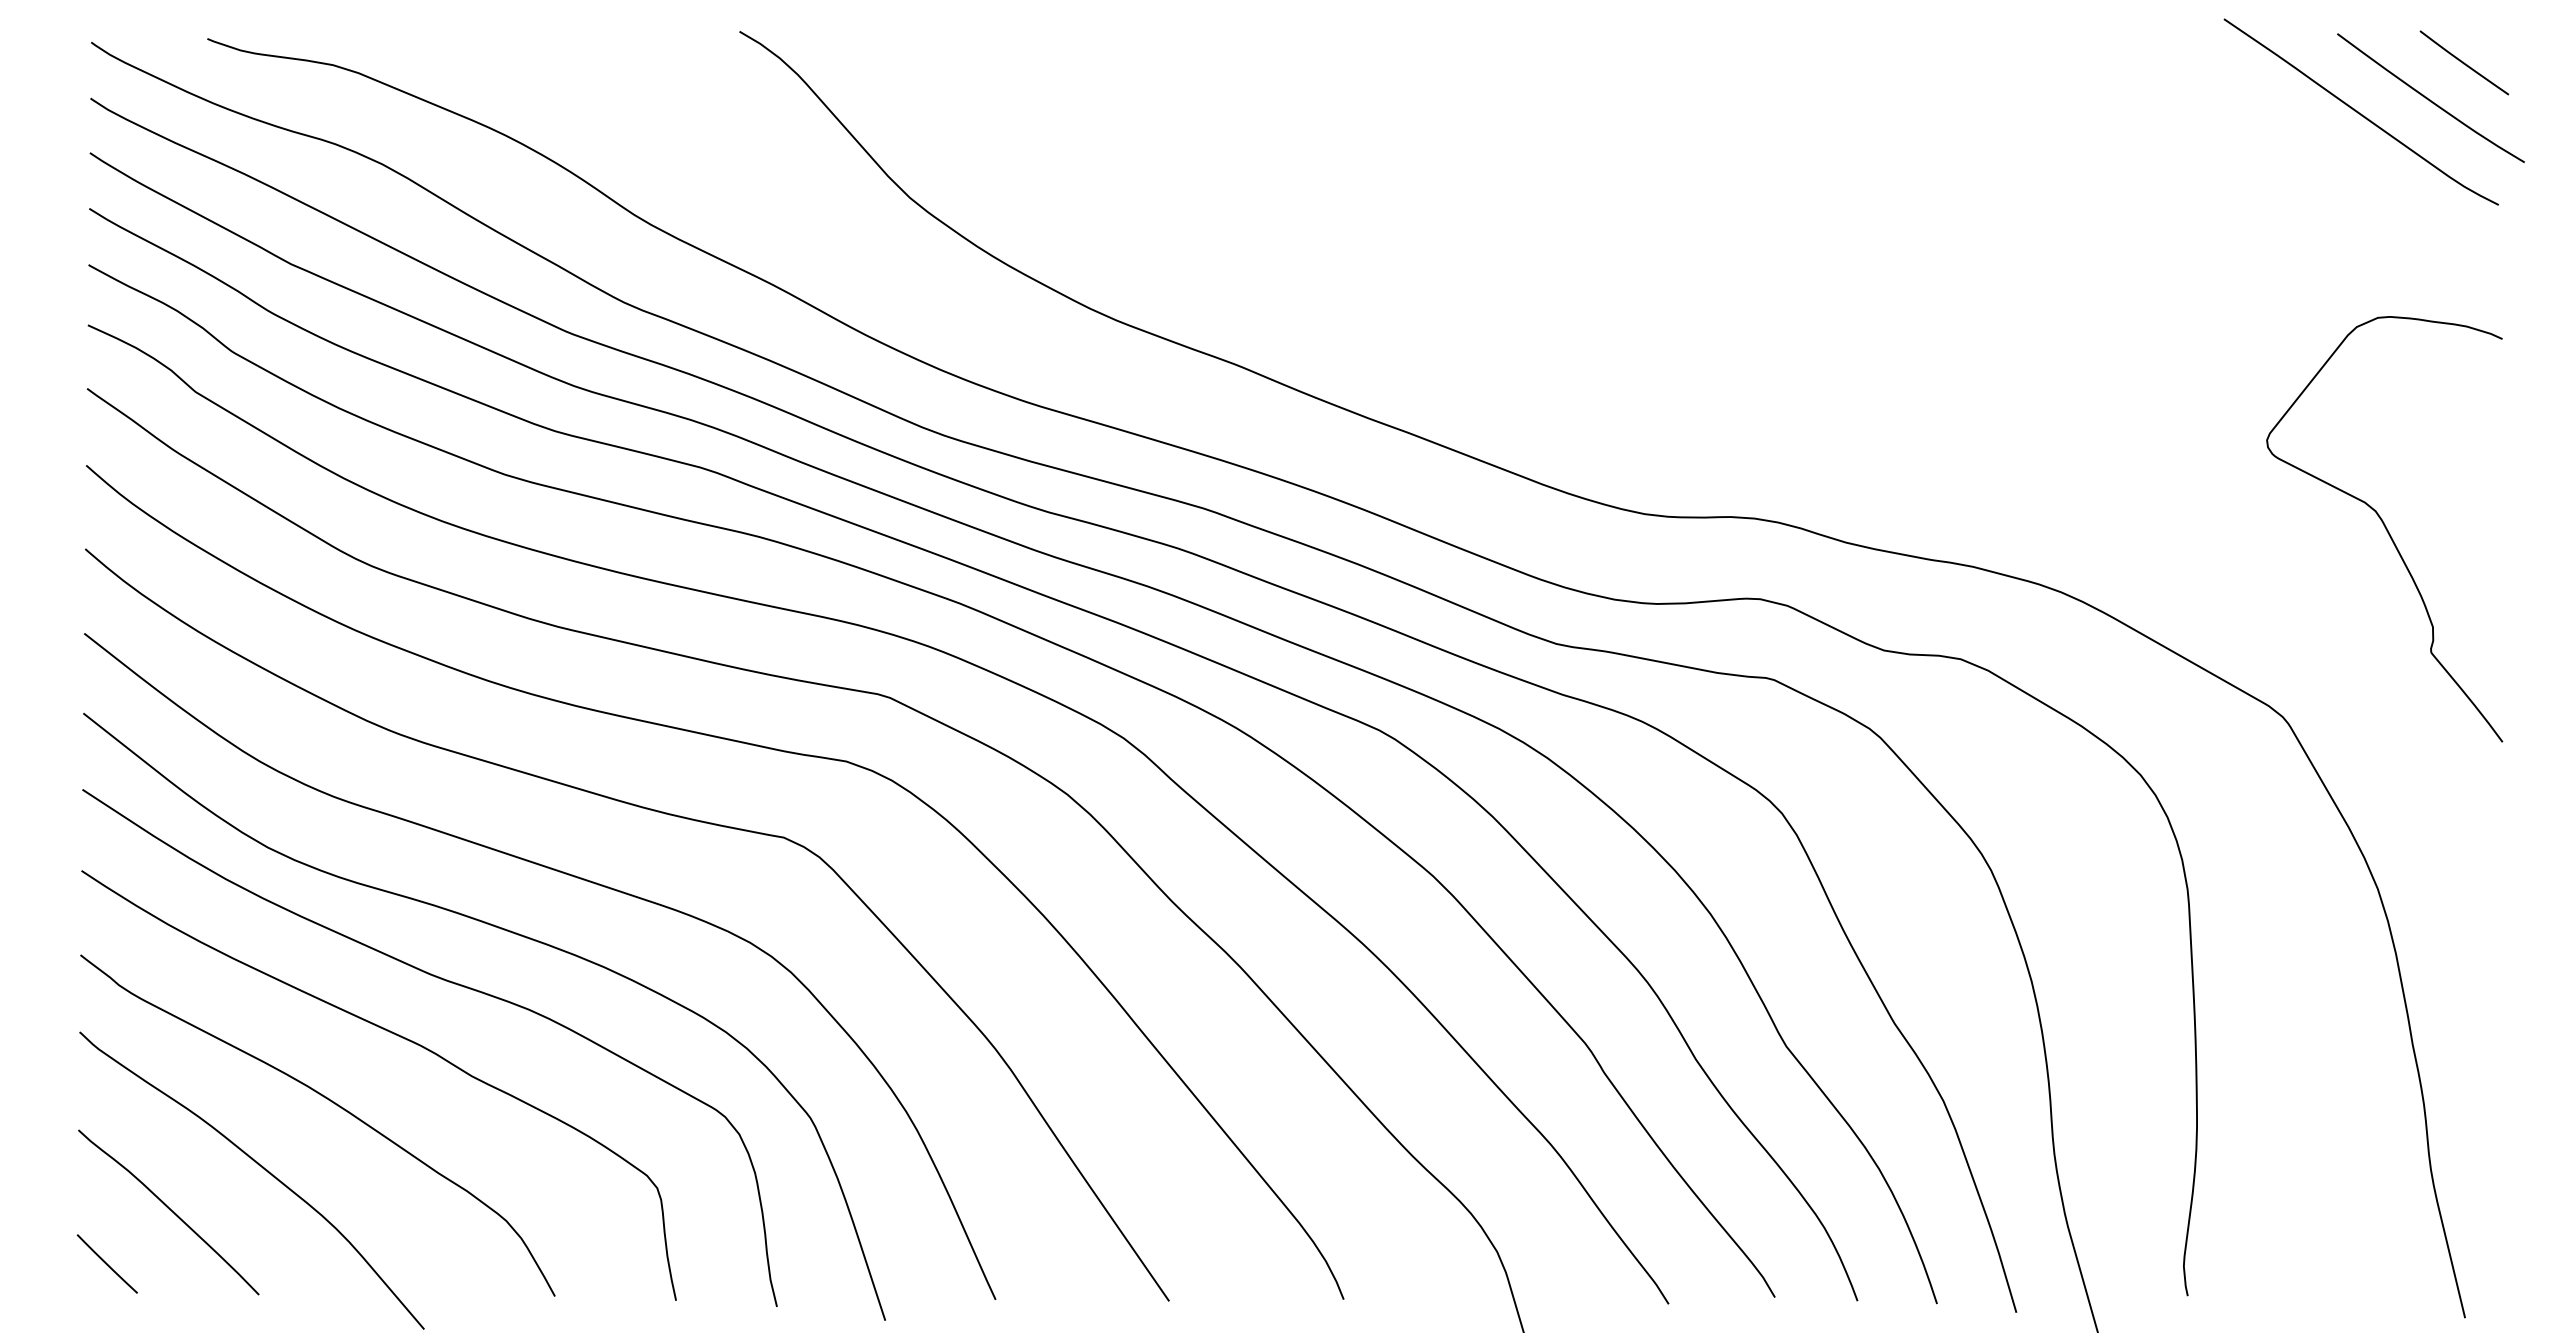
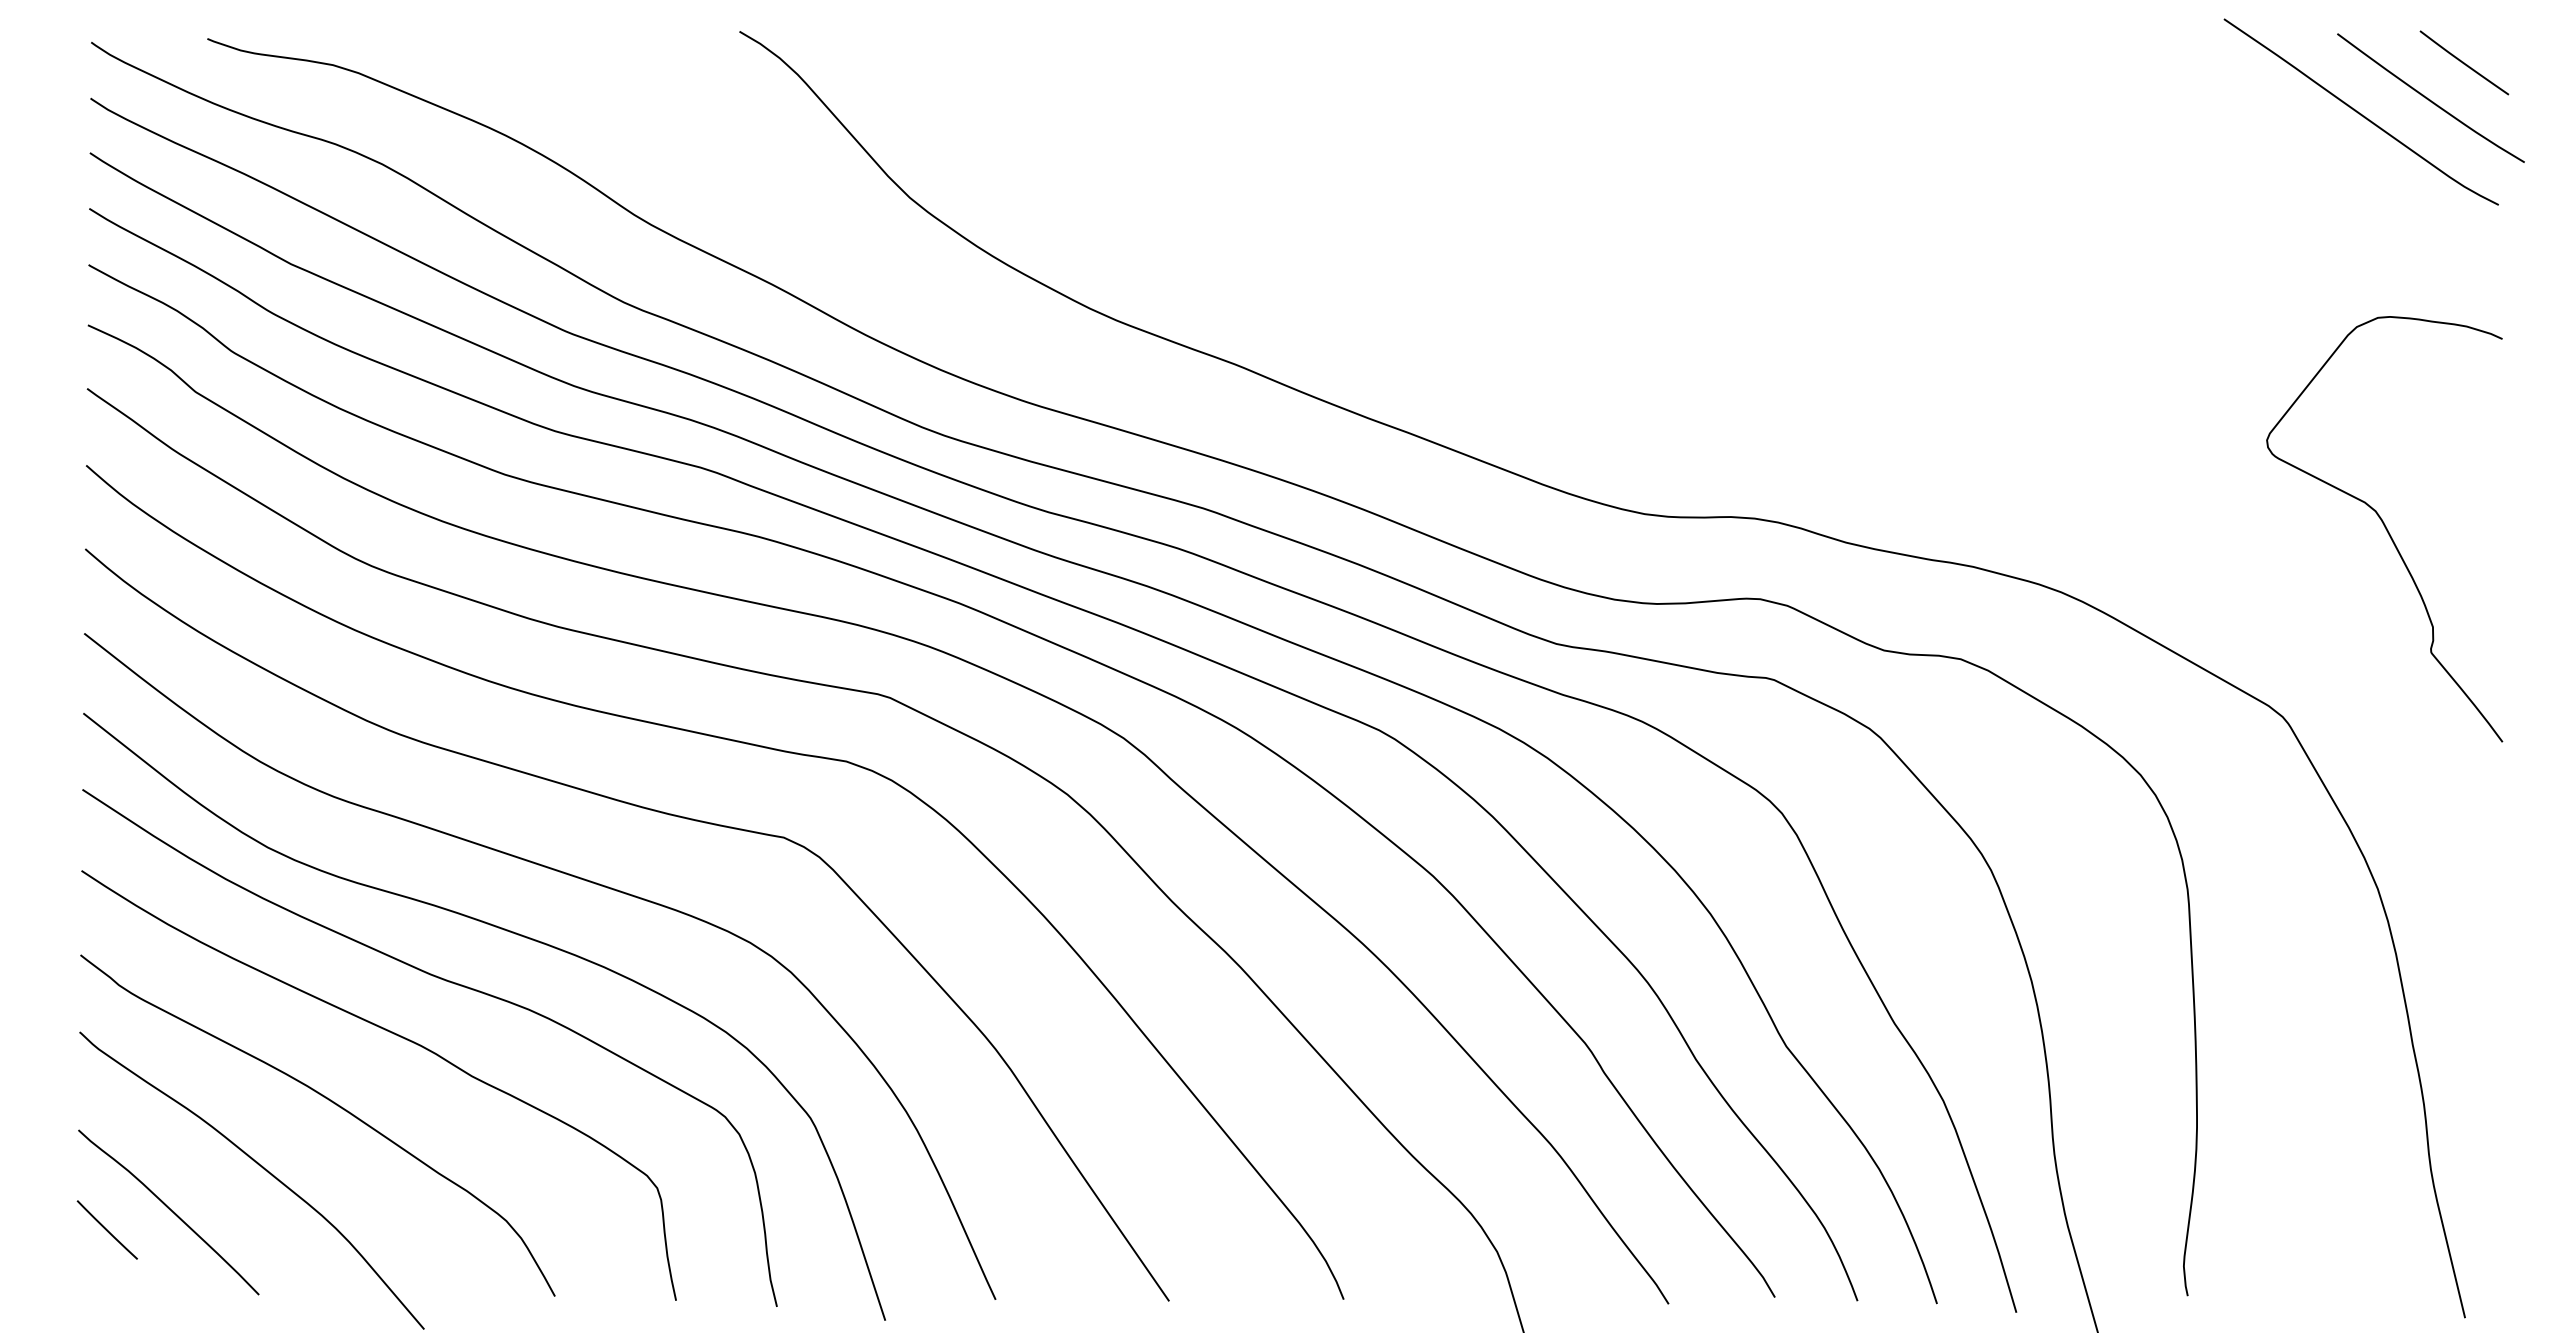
line at (106, 1263) position: (106, 1263) -> (106, 1229)
